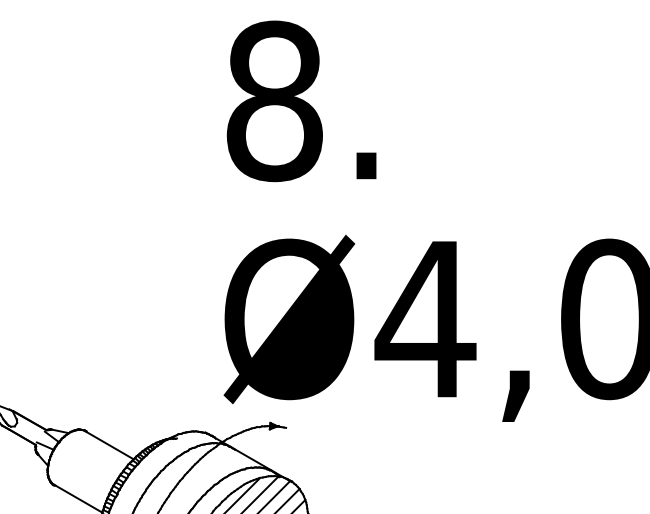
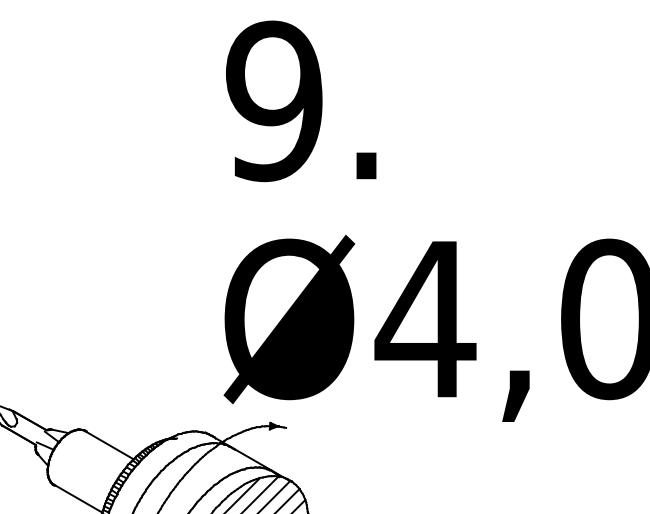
text at (274, 101): 8. -> 9.
